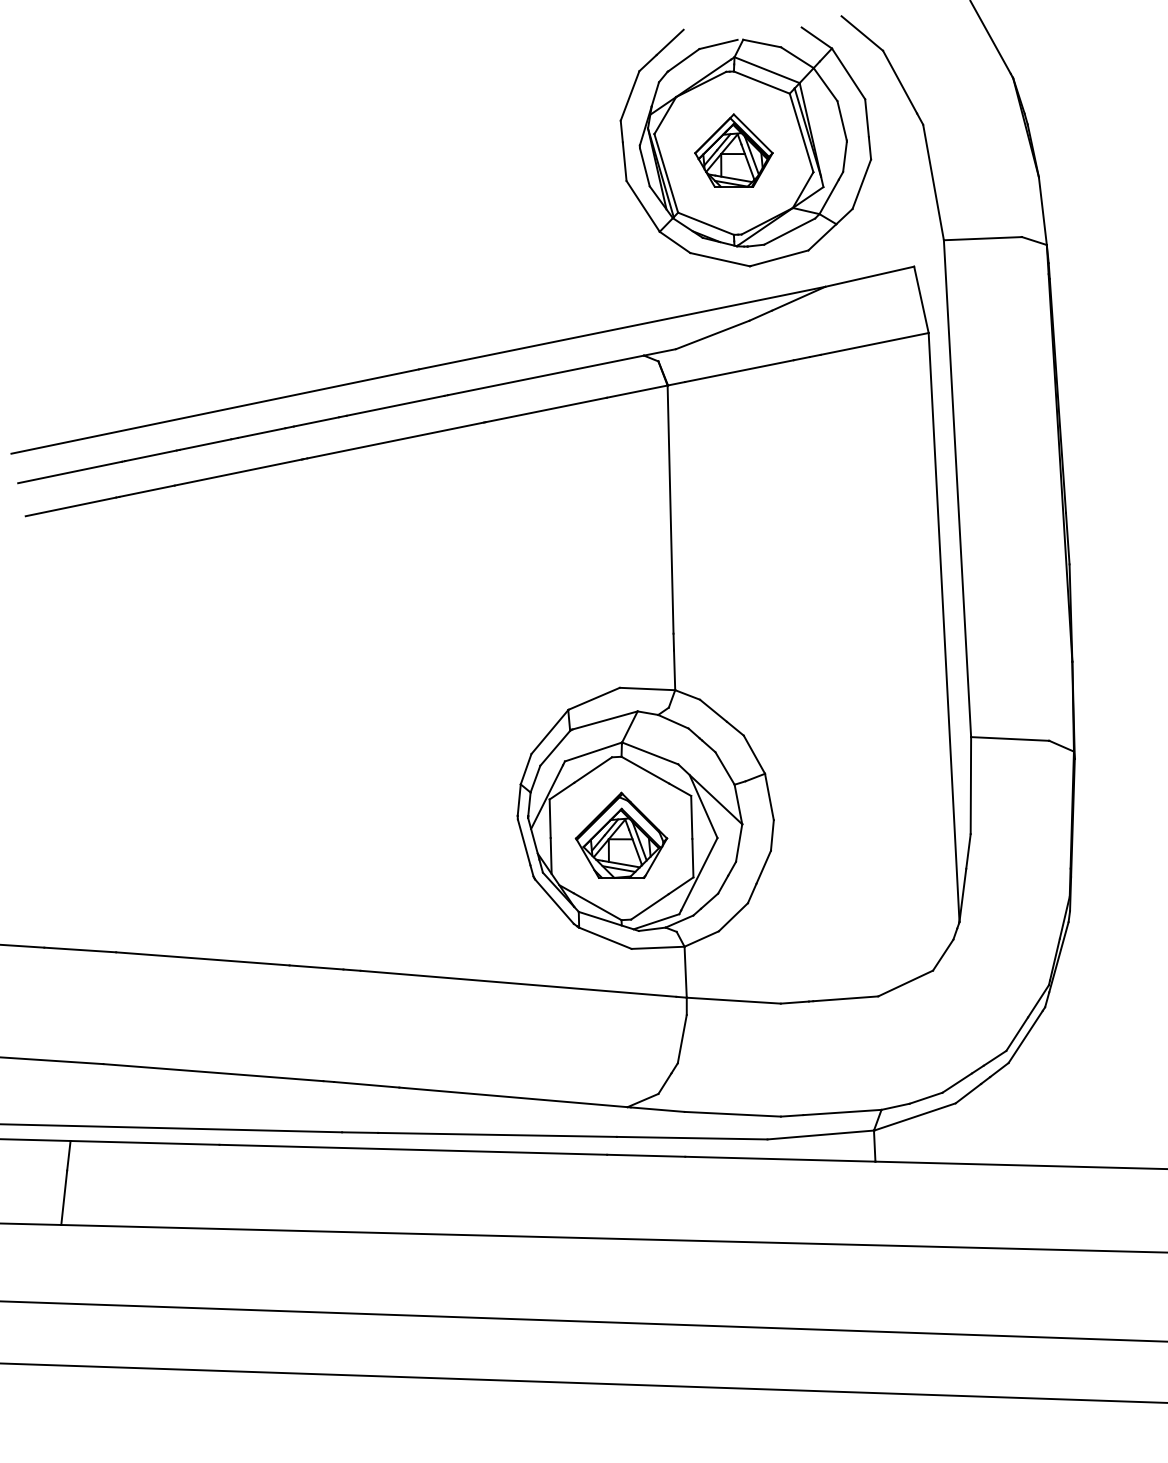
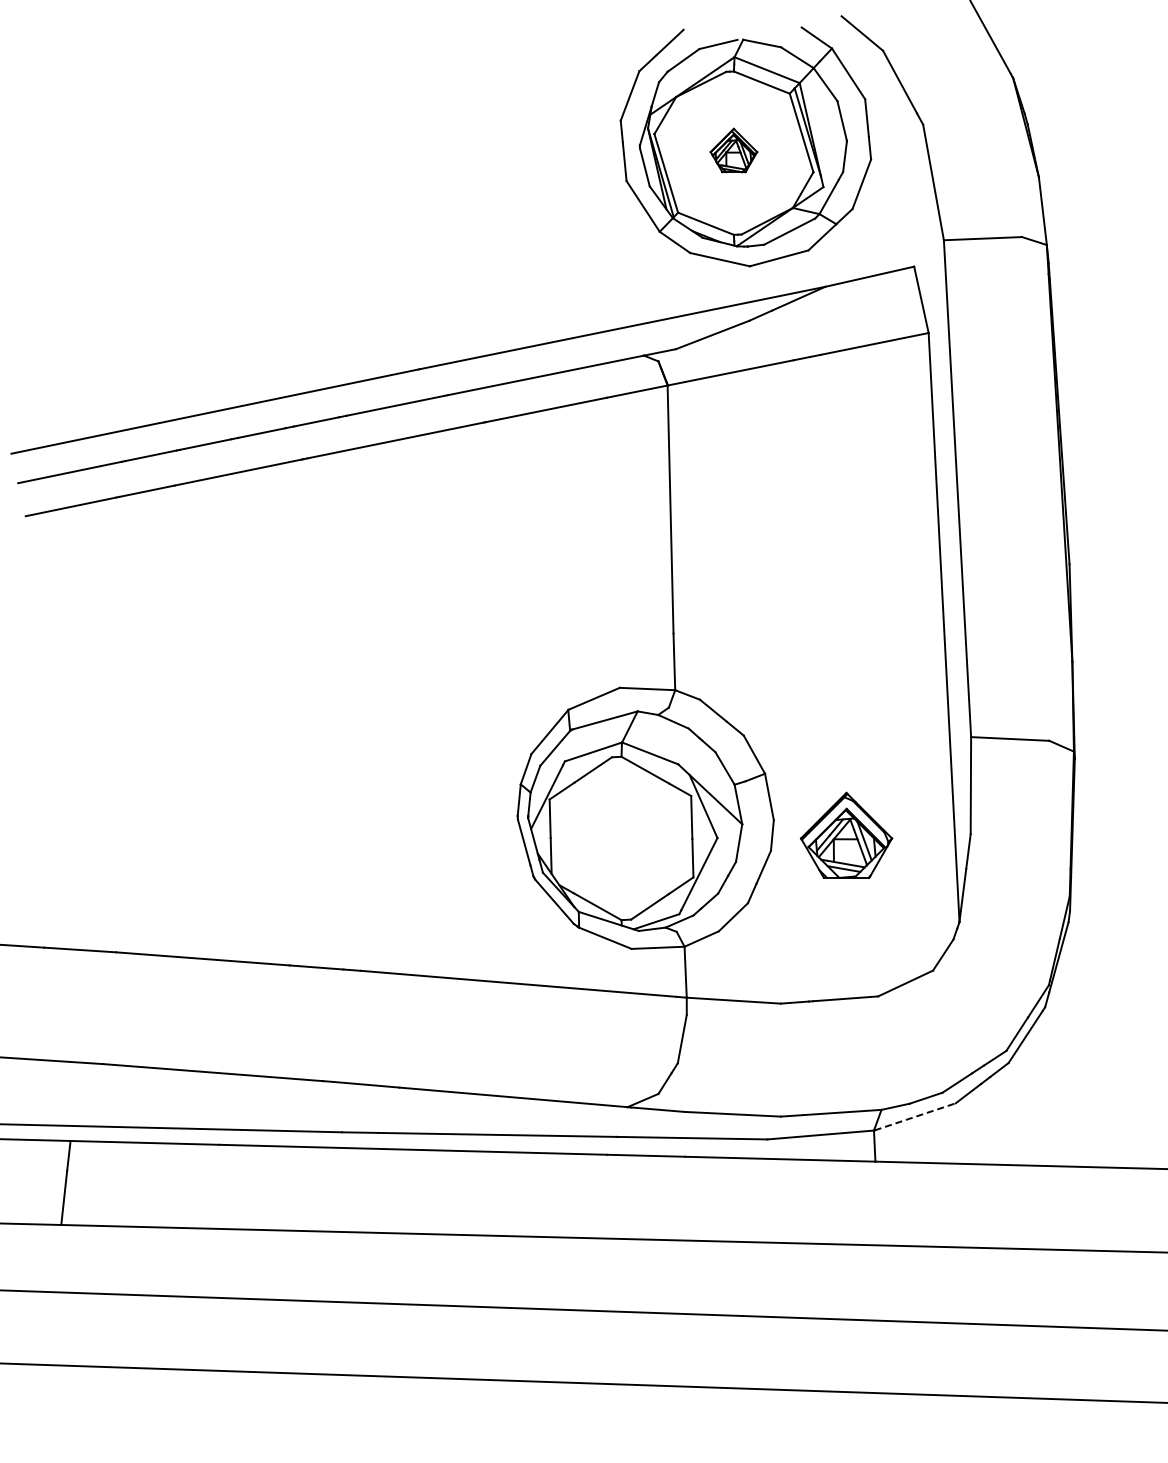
part at (733, 150) size: 80x75 px -> 50x47 px
part at (621, 834) position: (621, 834) -> (846, 834)
line at (915, 1116): solid -> dashed
line at (583, 1321) position: (583, 1321) -> (583, 1310)
